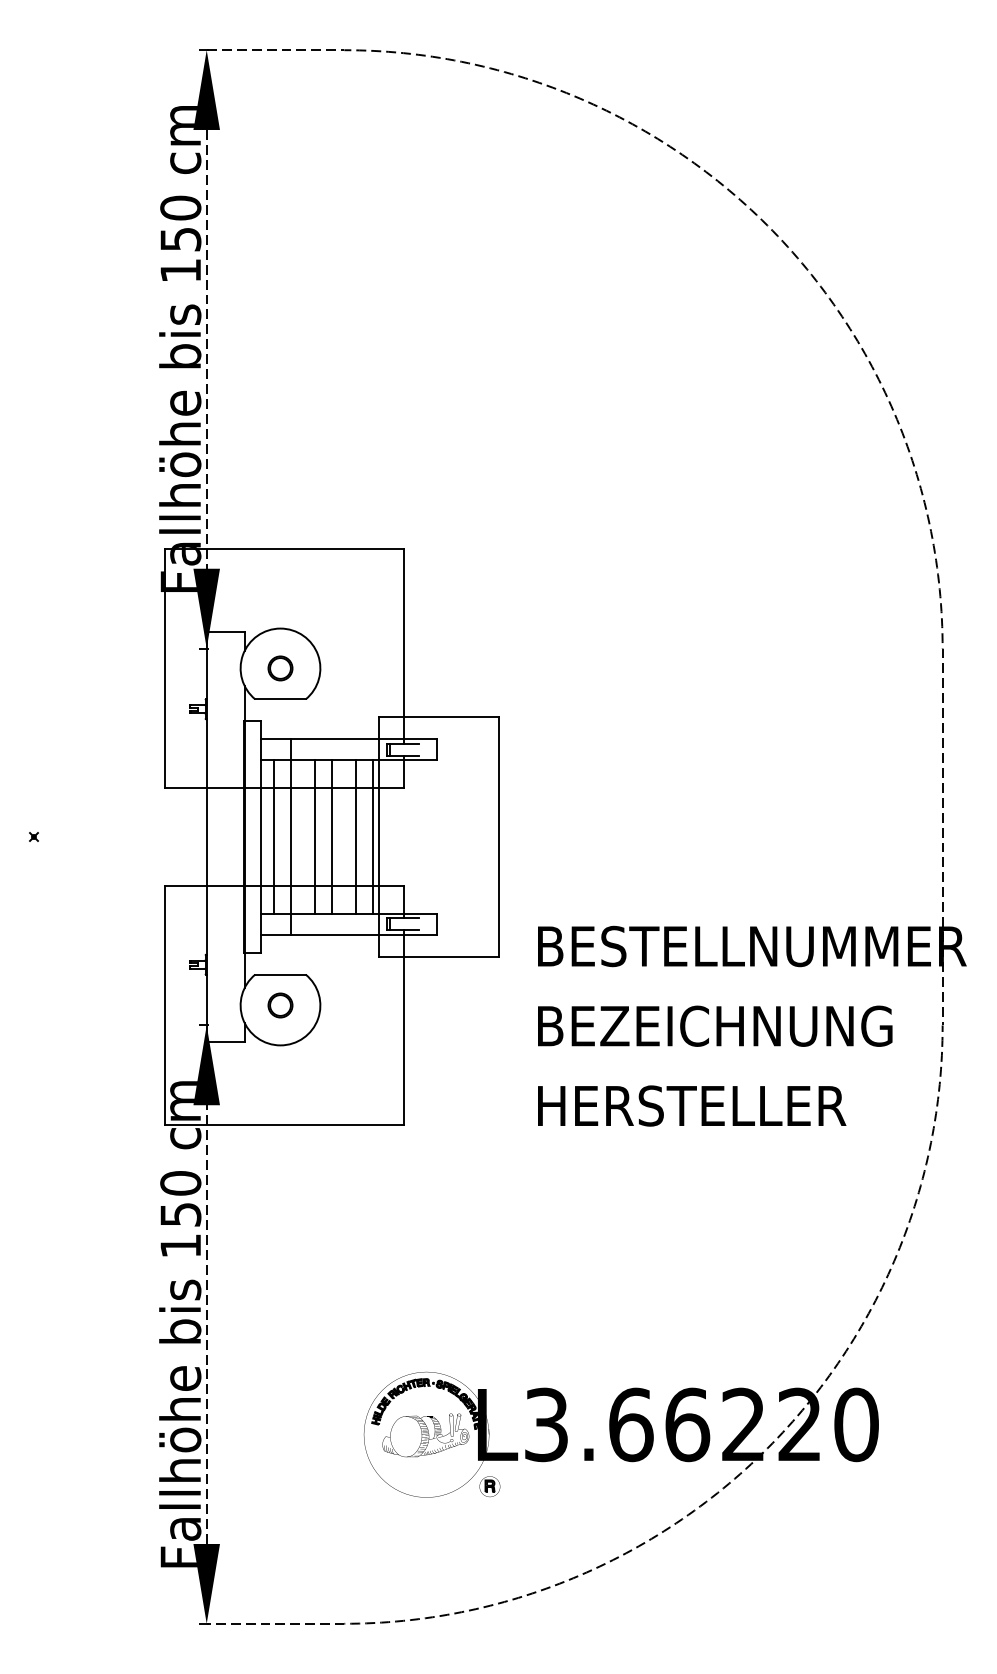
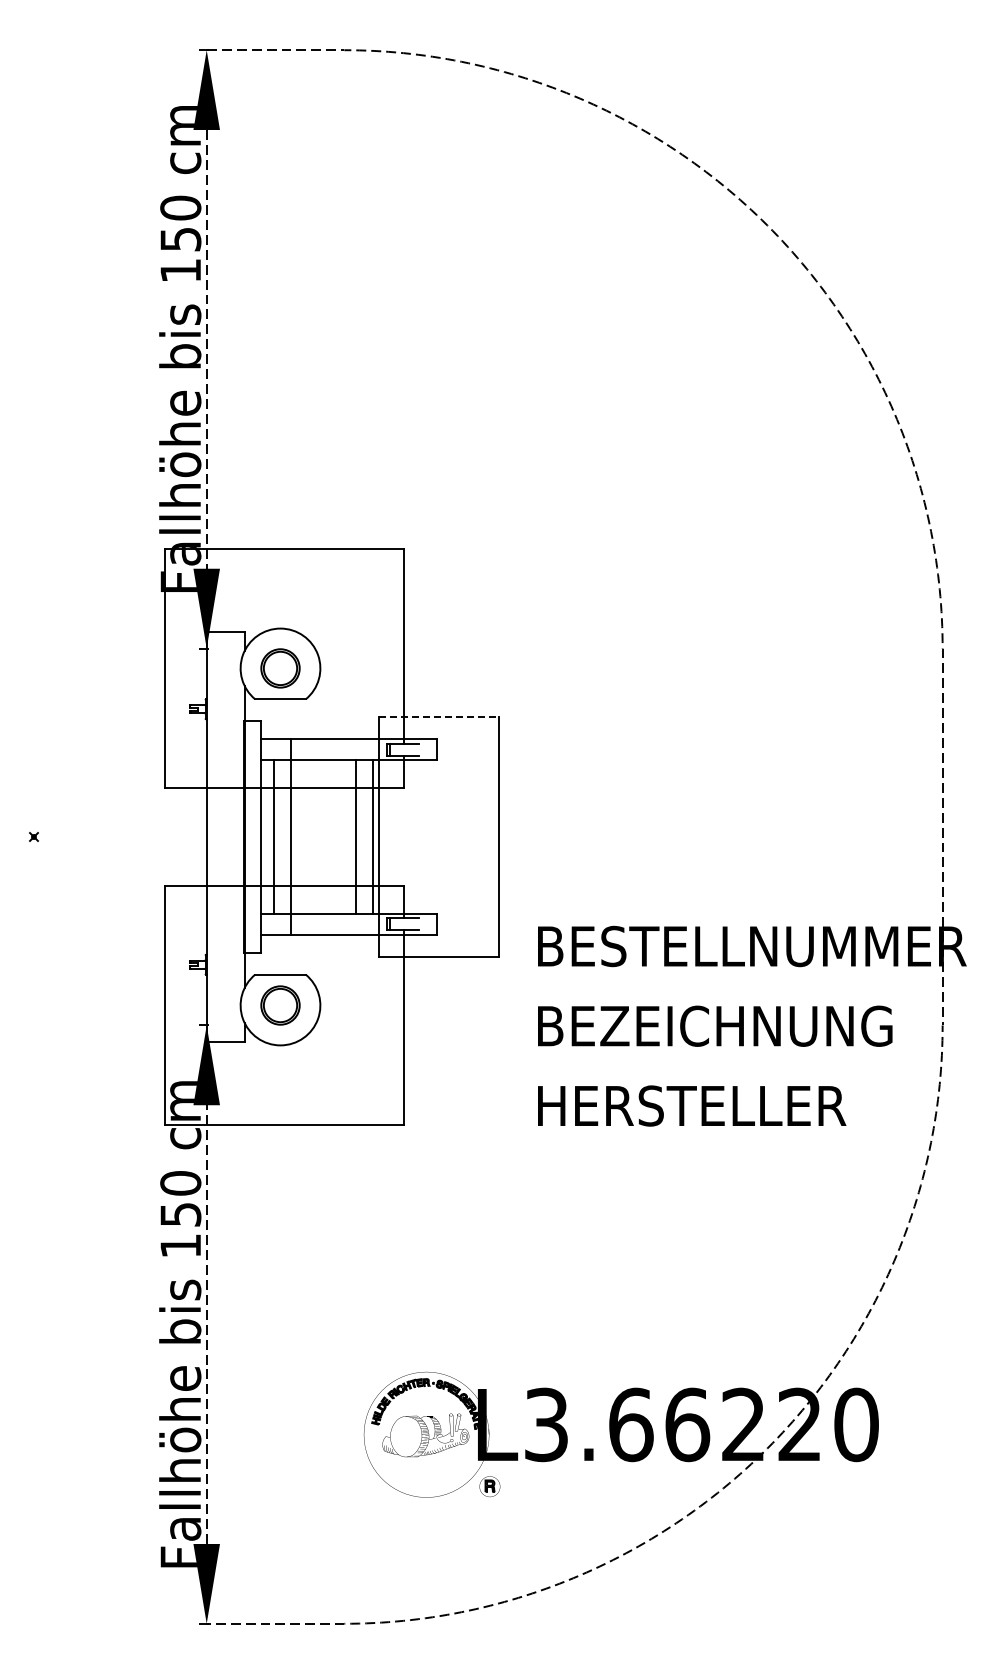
circle at (280, 668) size: 27x27 px -> 41x41 px
line at (439, 717): solid -> dashed
line at (315, 836): present -> none
line at (332, 836): present -> none
circle at (280, 1005) size: 27x27 px -> 41x41 px
